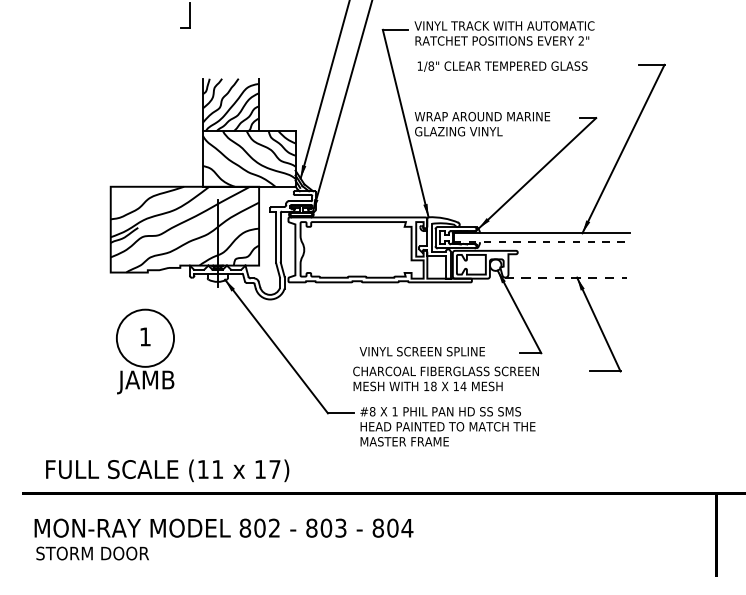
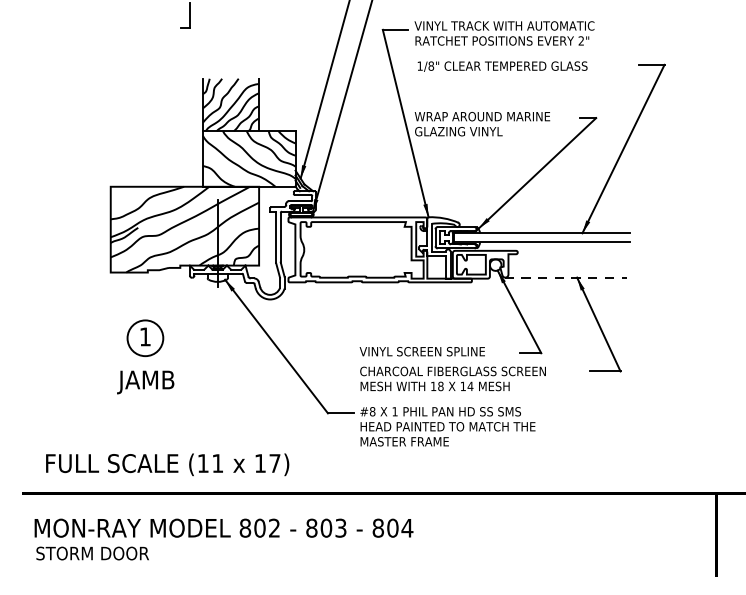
line at (541, 242): dashed -> solid
circle at (145, 337) diameter: 57 px -> 36 px
text at (445, 378) position: (445, 378) -> (452, 378)
text at (167, 470) position: (167, 470) -> (167, 464)
